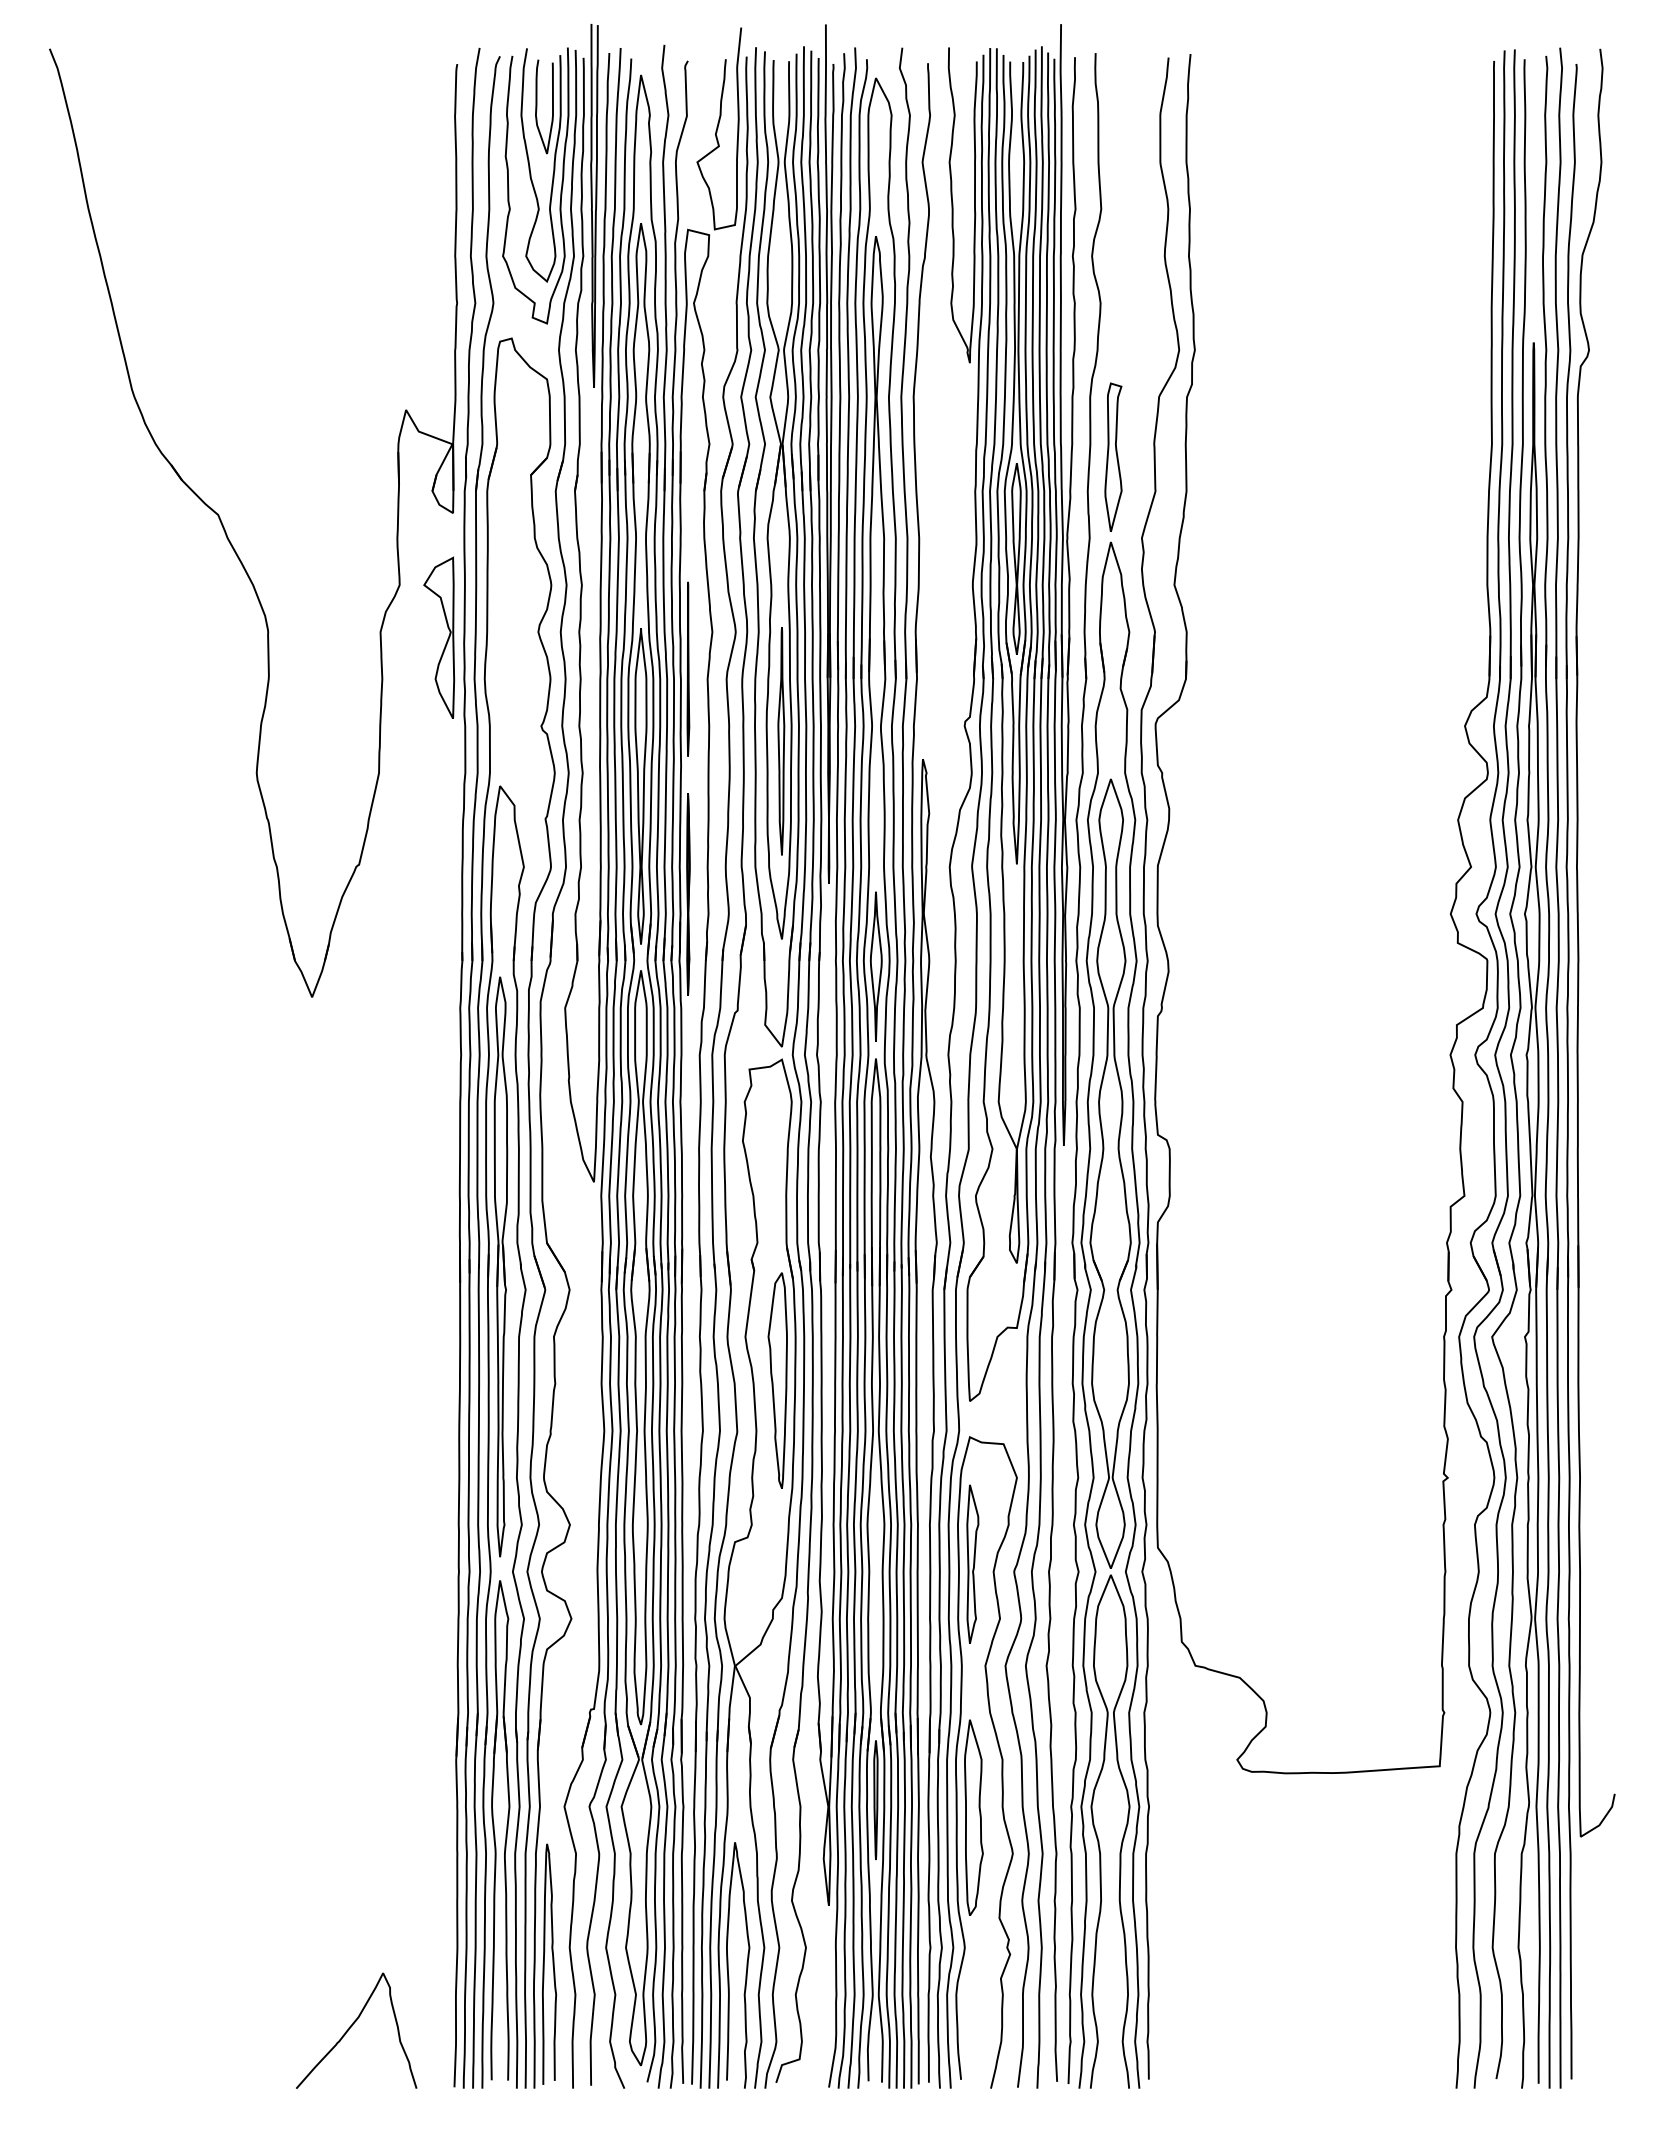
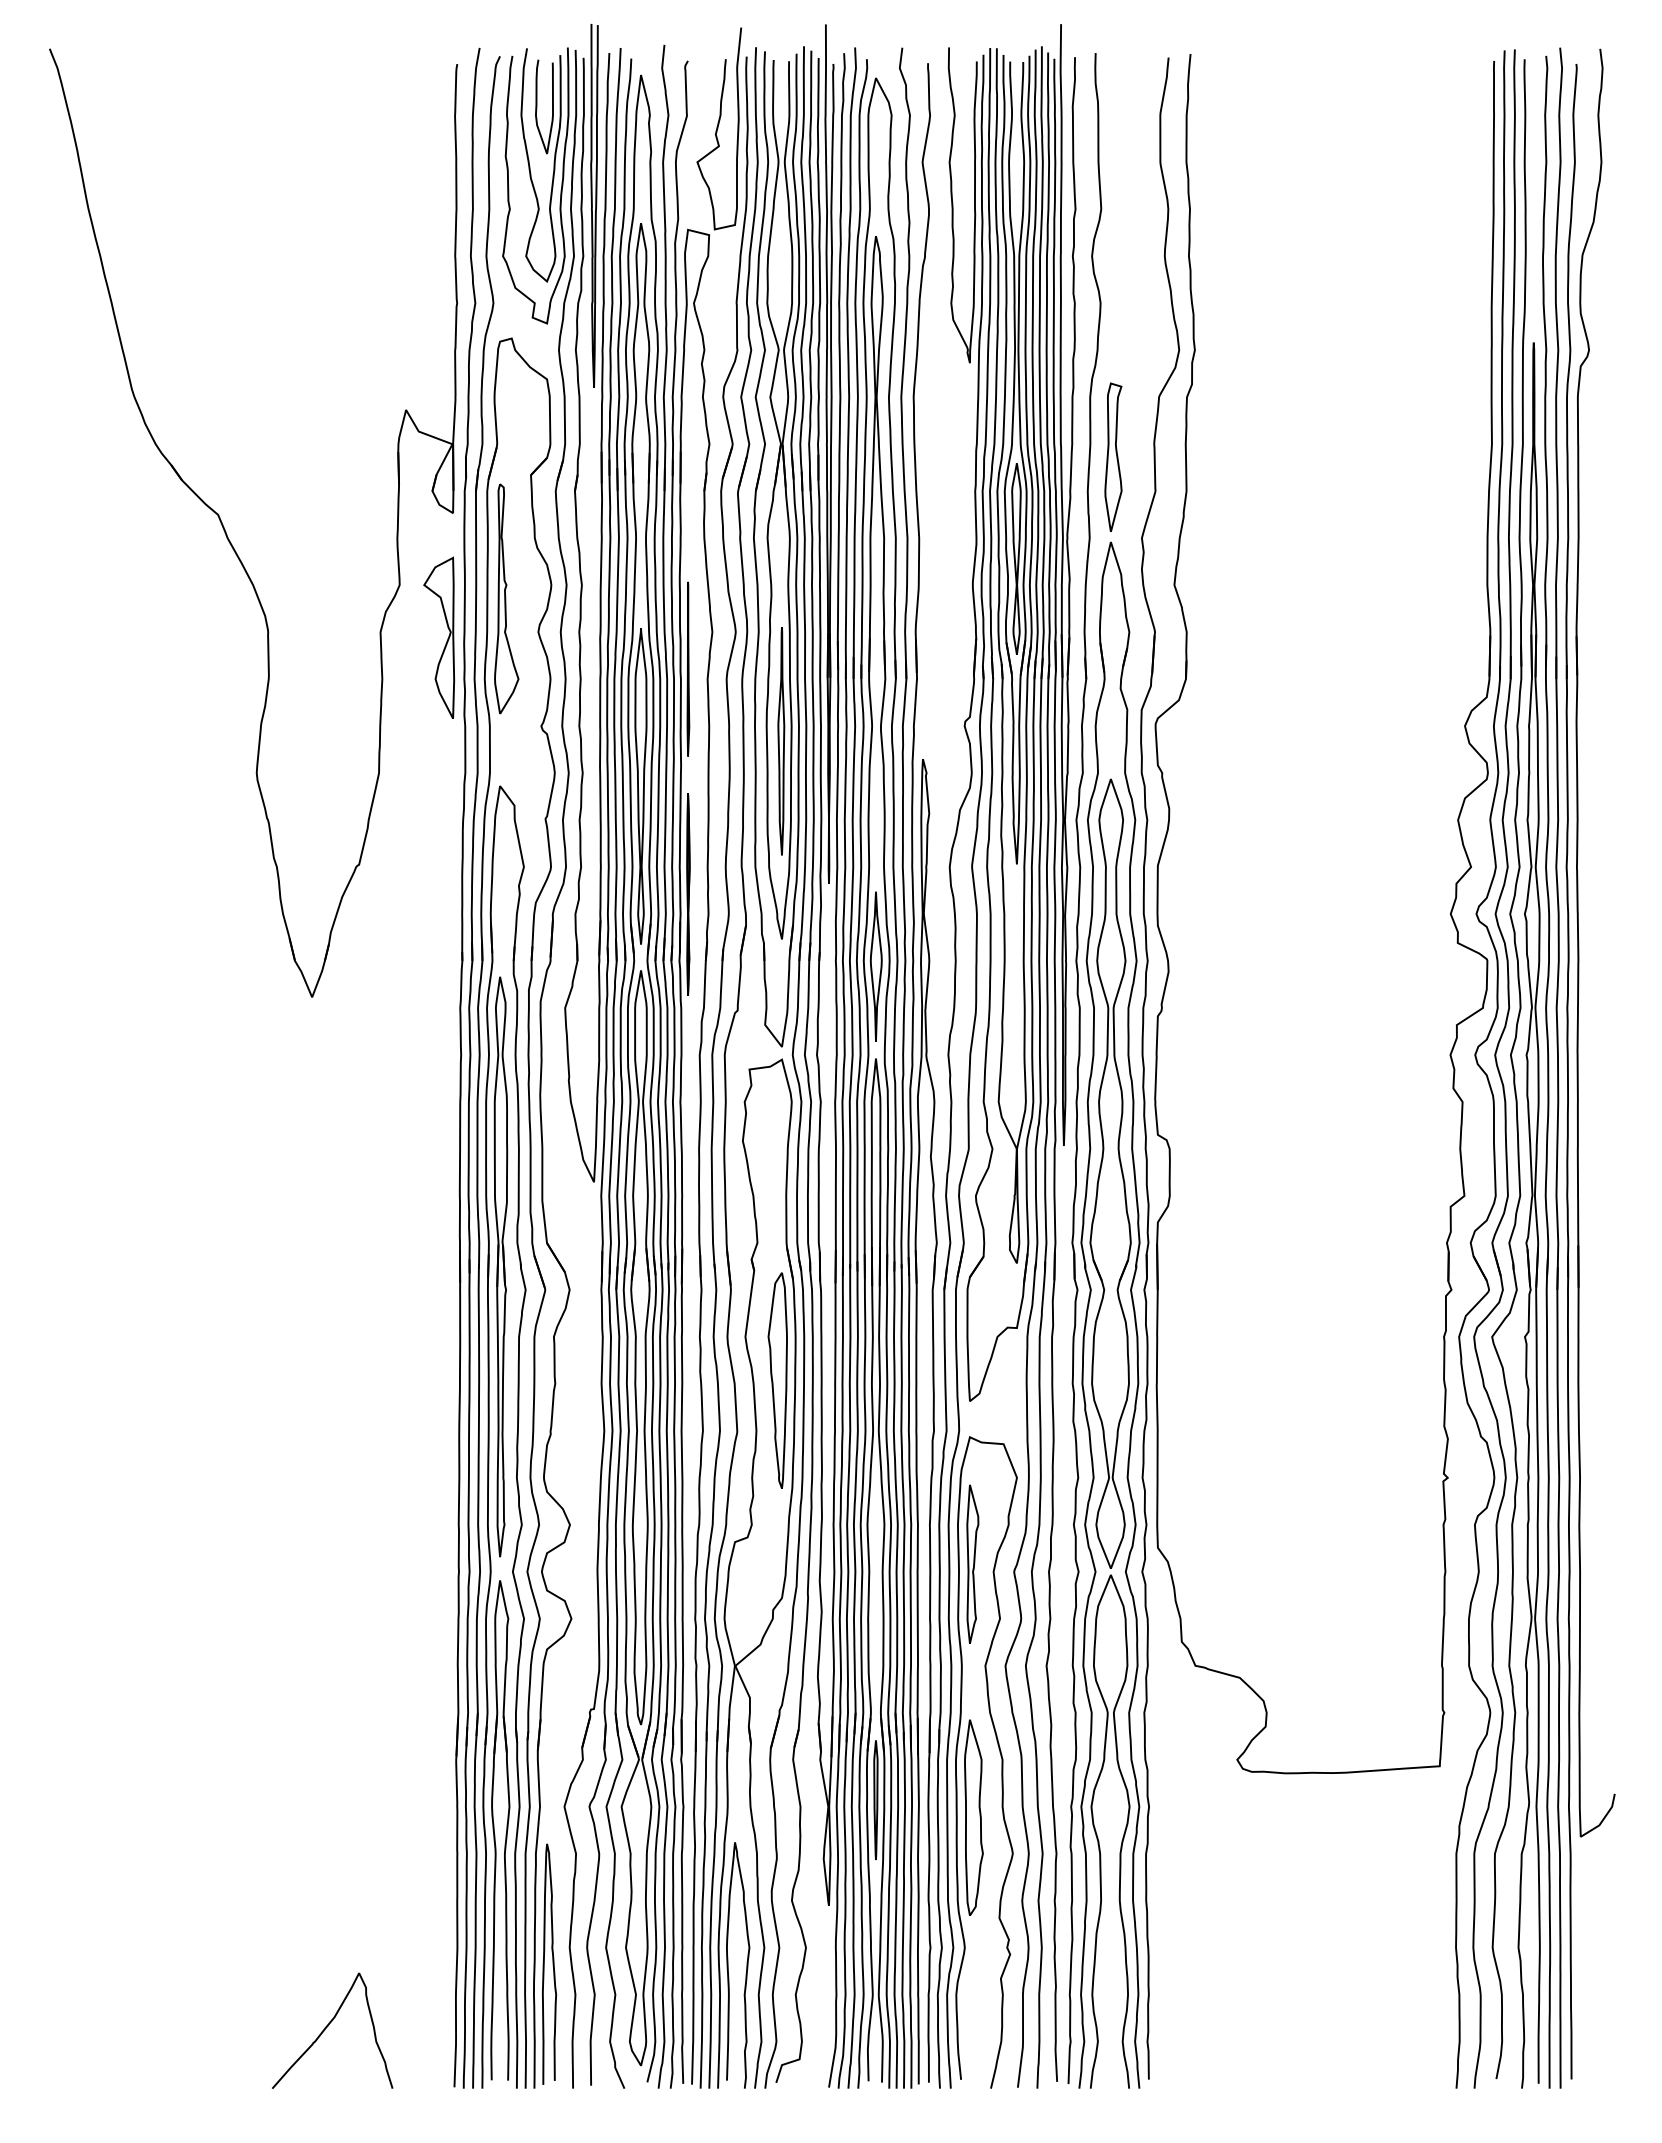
part at (506, 598): none -> present
curve at (352, 2026) position: (352, 2026) -> (328, 2026)
